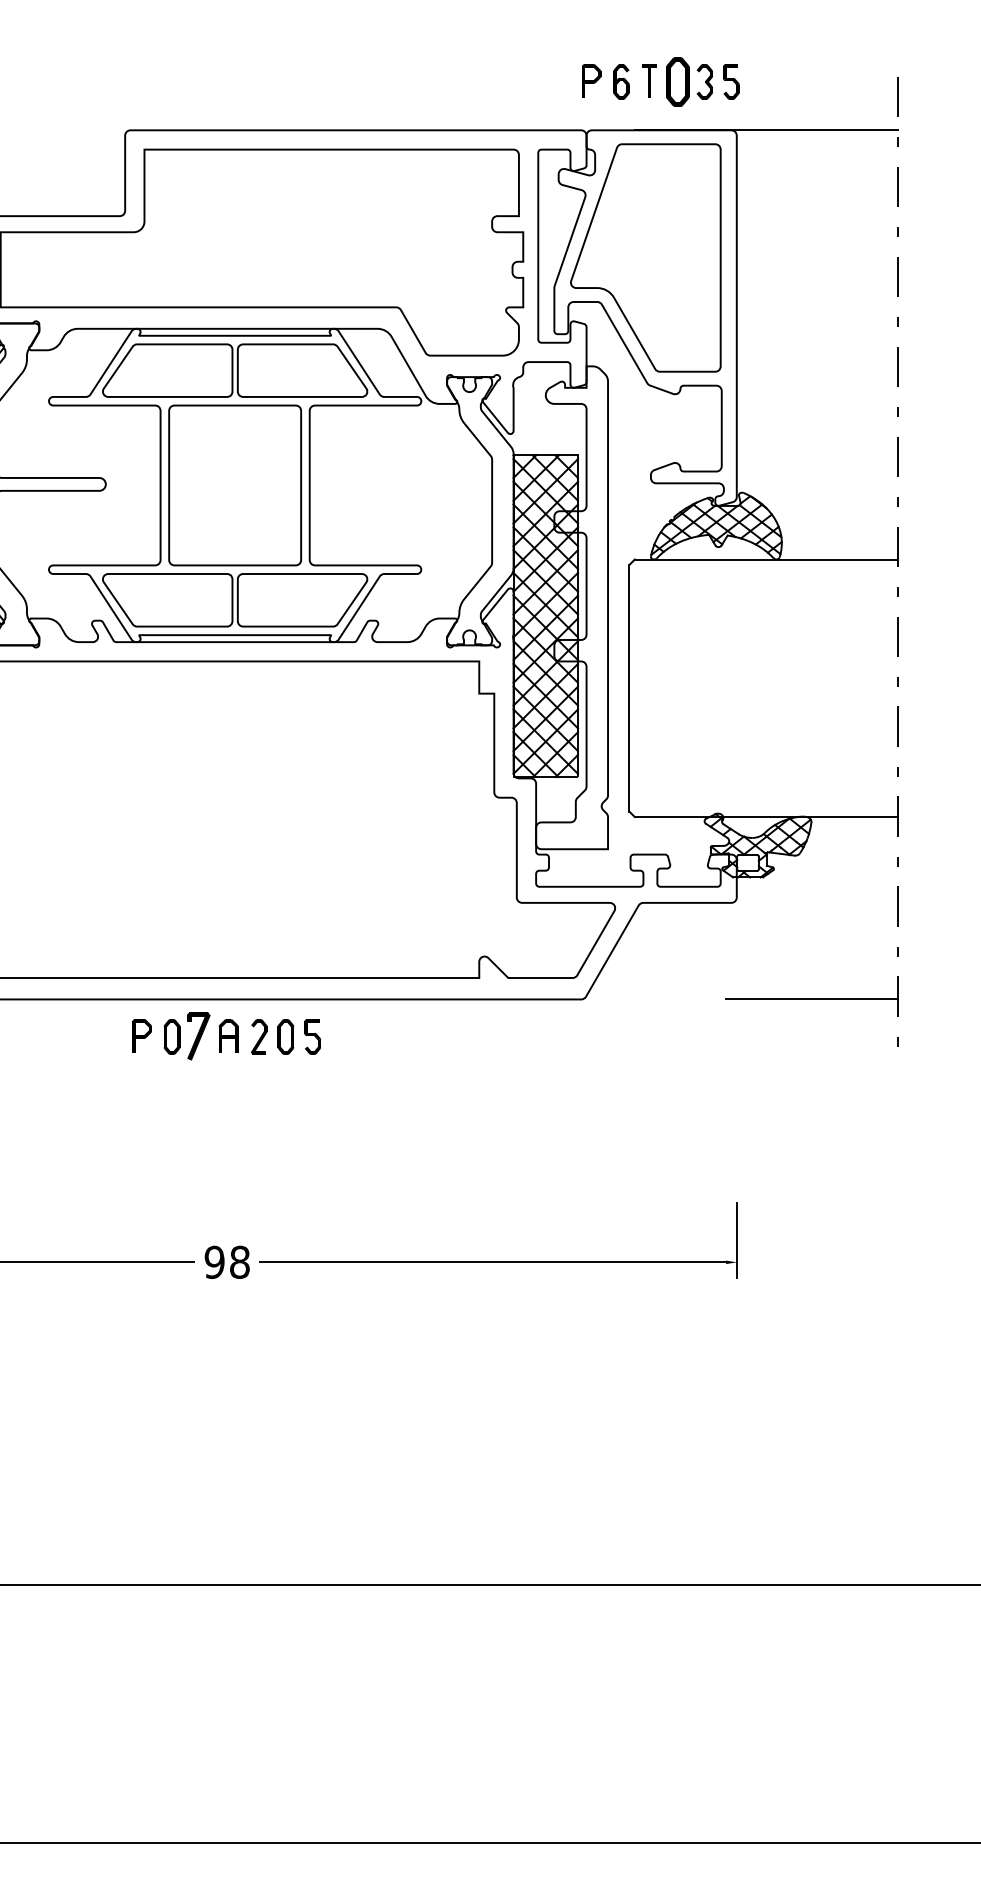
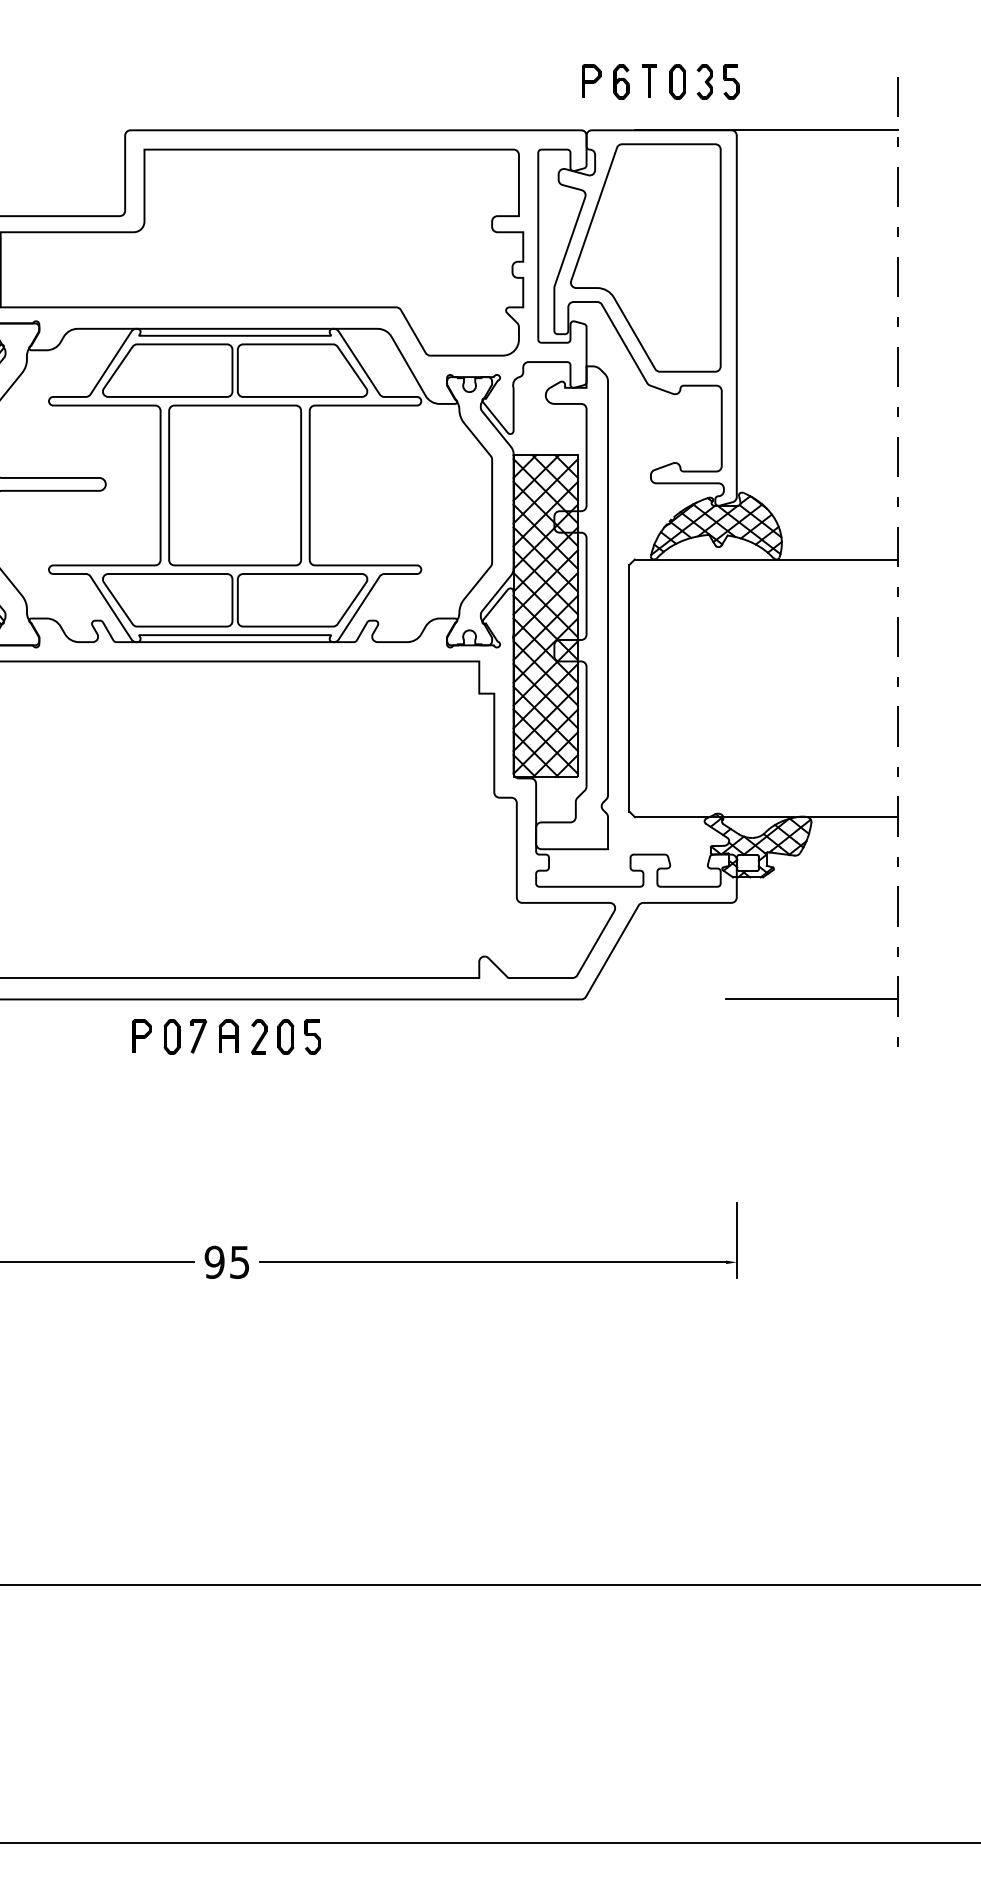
part at (677, 81) size: 24x50 px -> 17x36 px
part at (198, 1036) size: 24x49 px -> 18x35 px
text at (239, 1261): 98 -> 95
